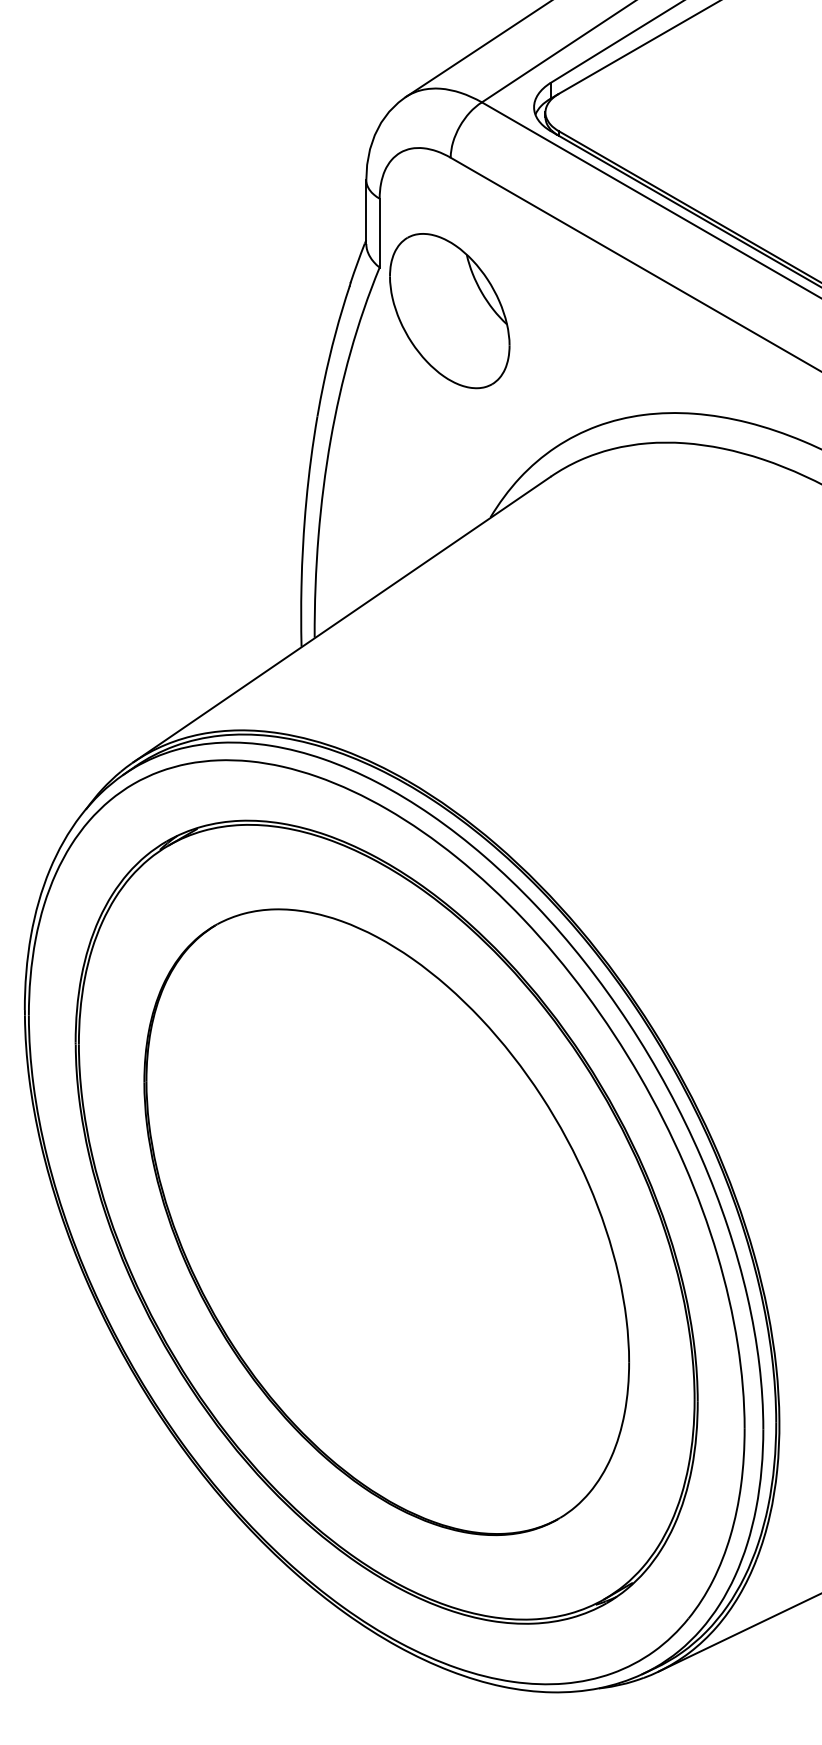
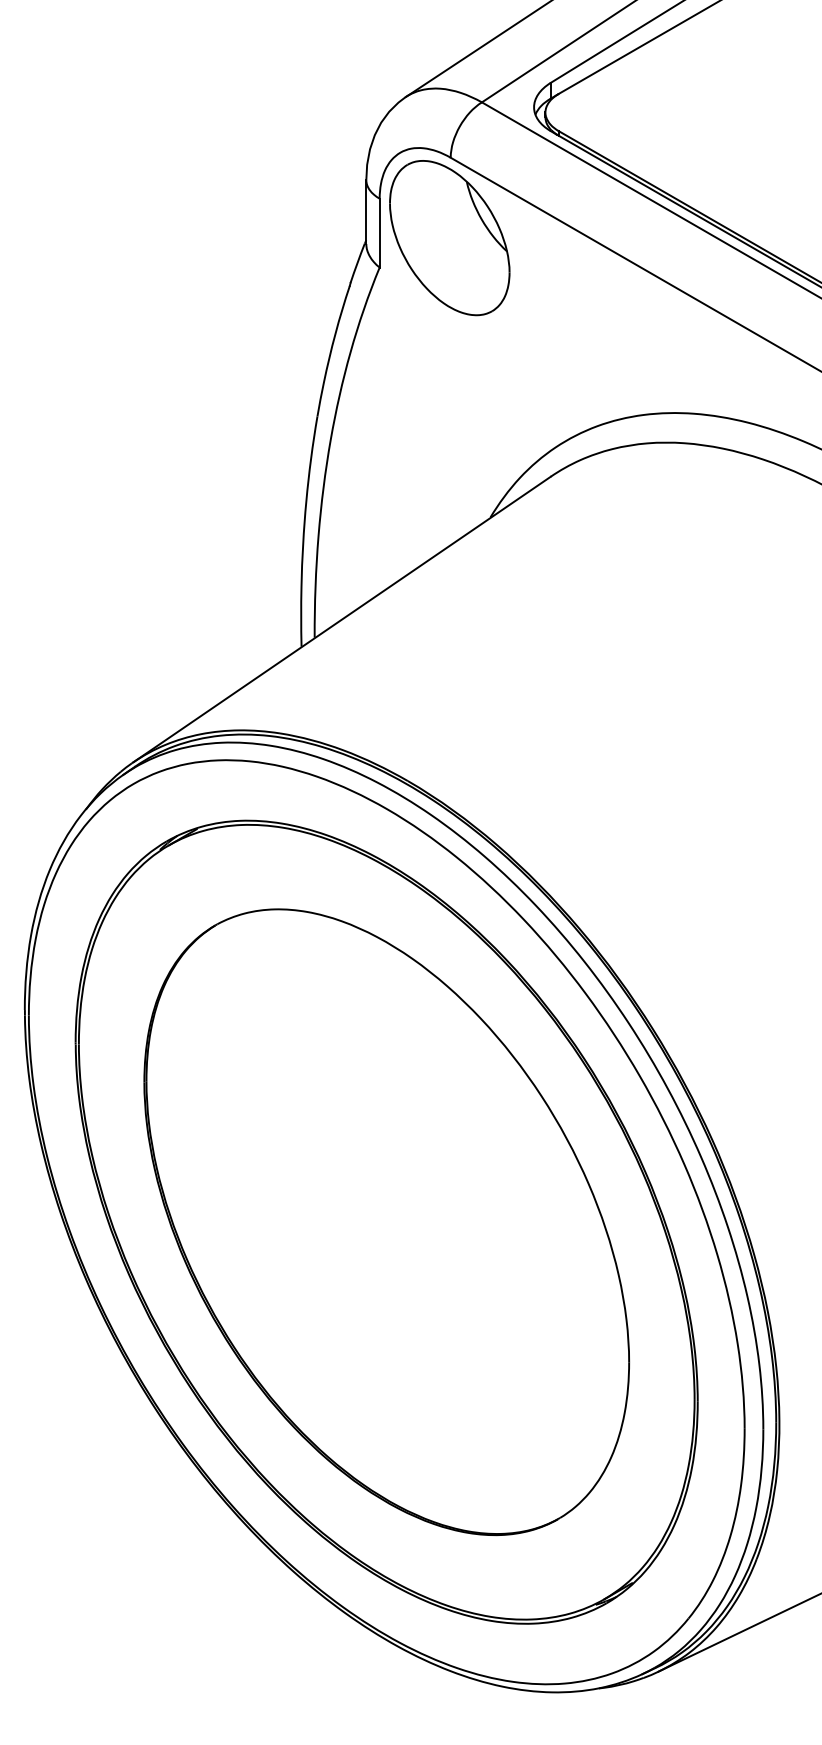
part at (449, 311) position: (449, 311) -> (449, 238)
